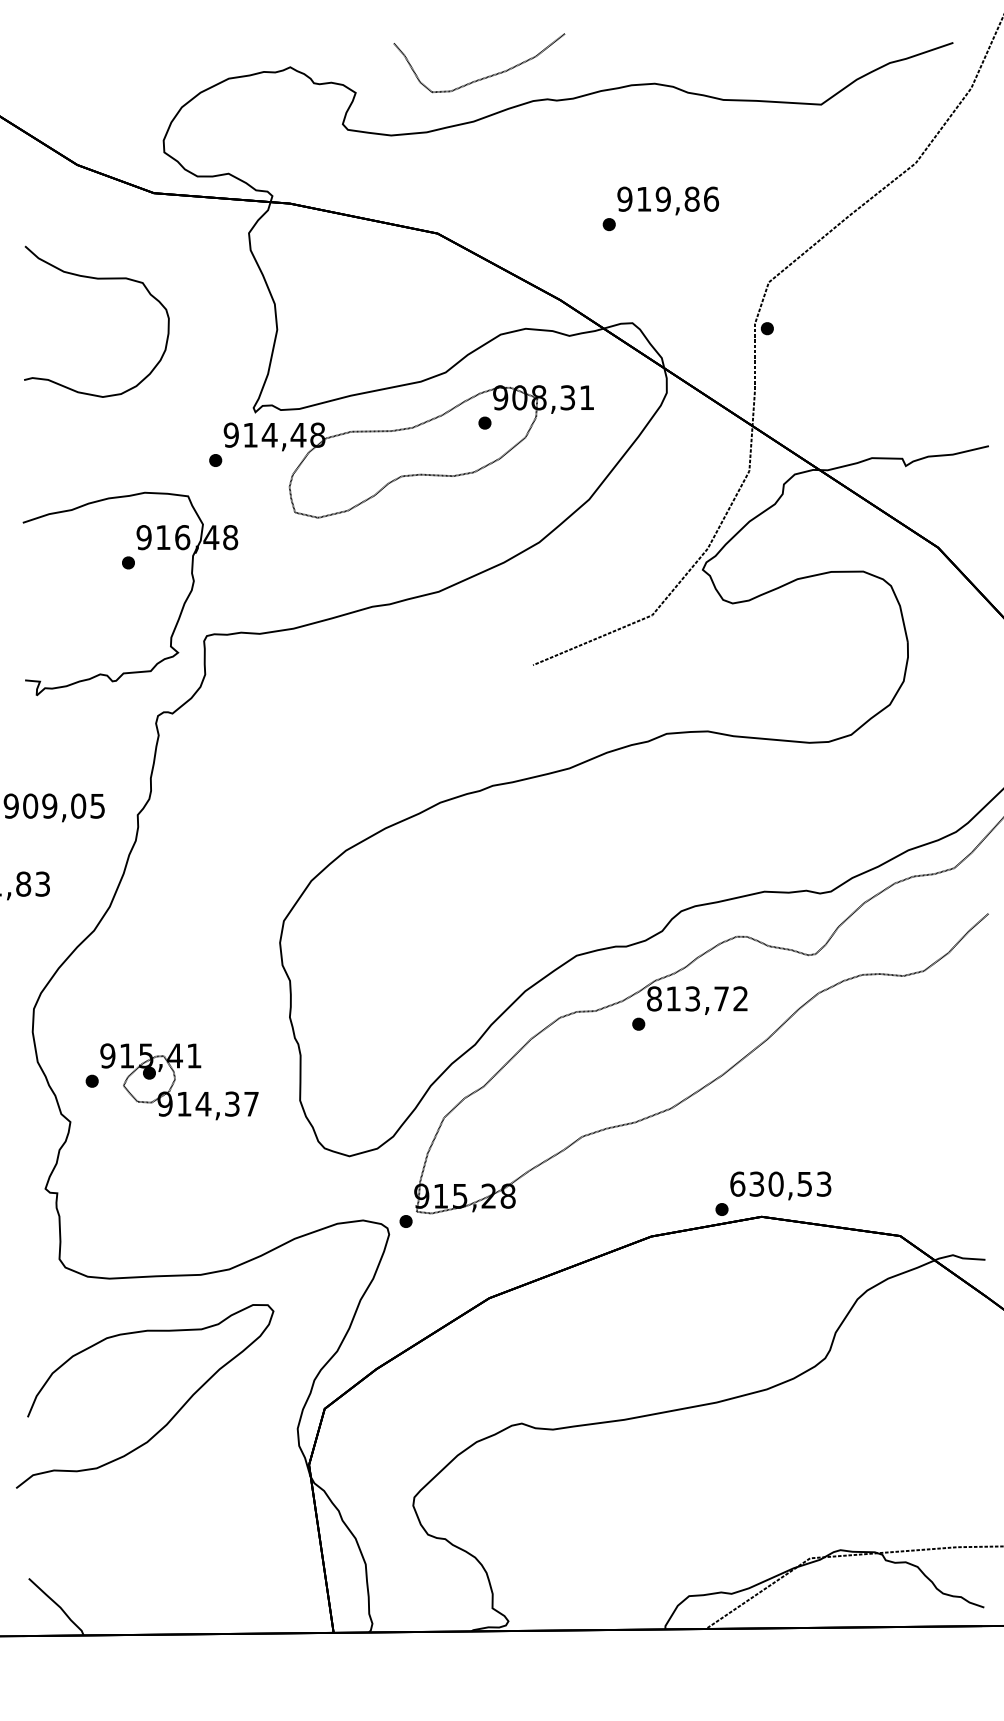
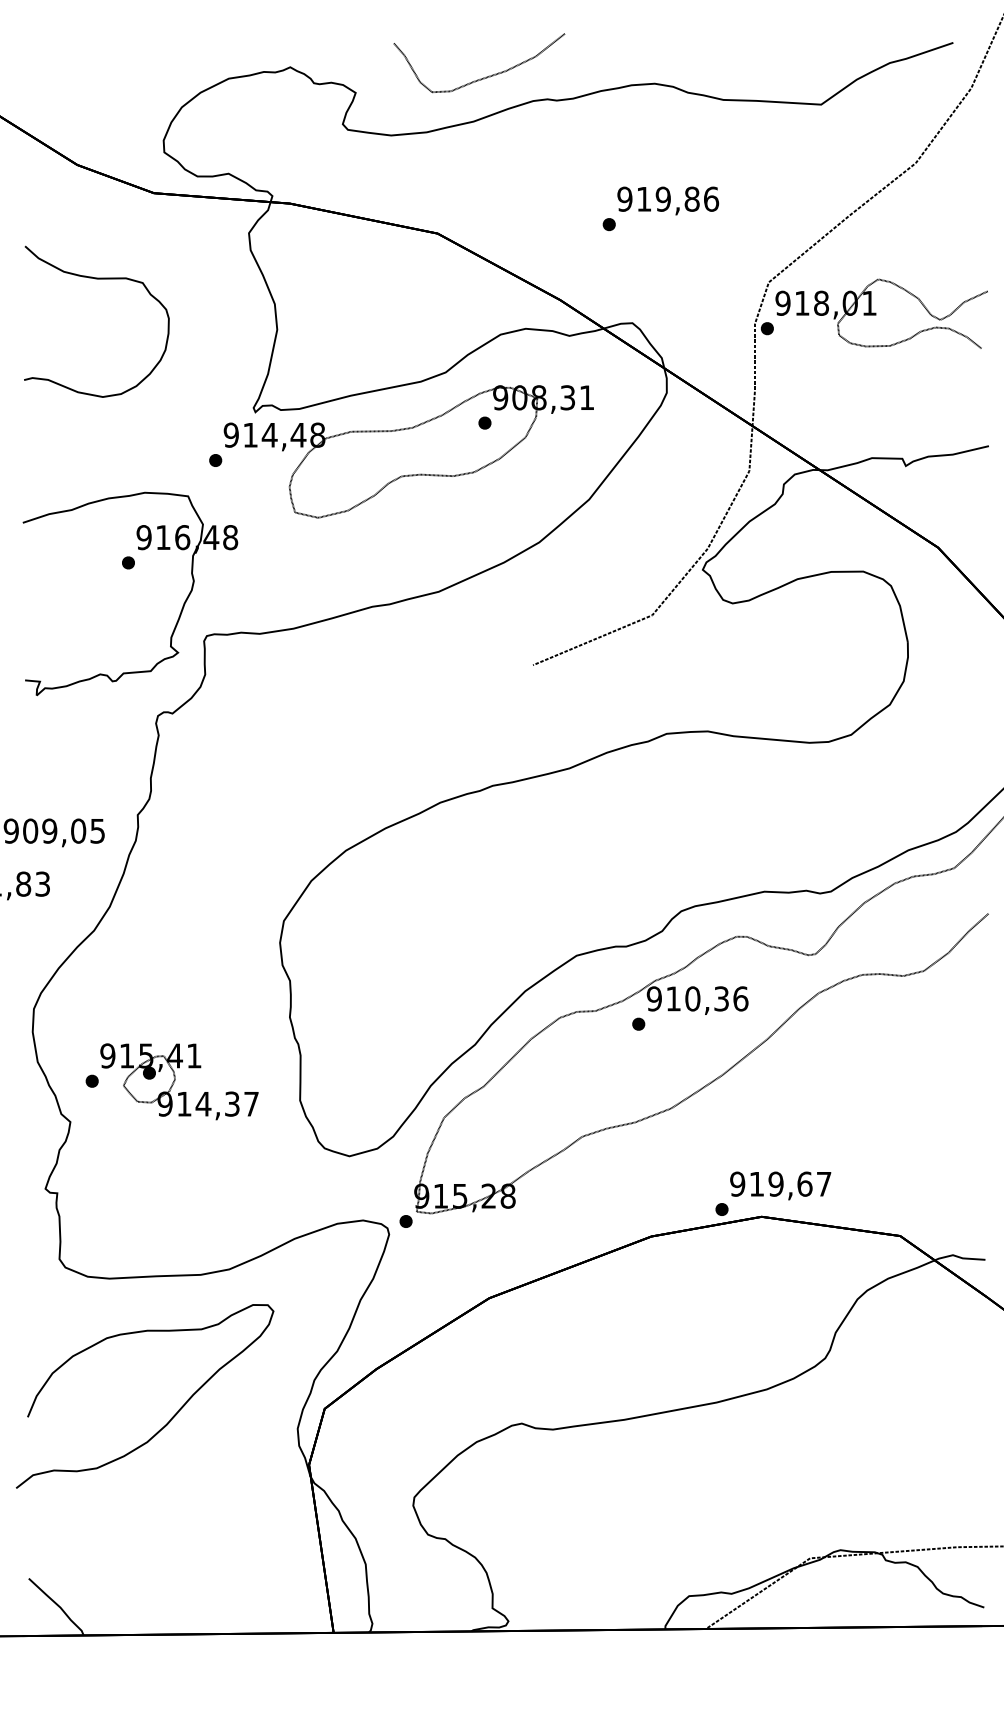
part at (881, 313): none -> present
text at (53, 807) position: (53, 807) -> (53, 832)
text at (697, 998): 813,72 -> 910,36
text at (780, 1183): 630,53 -> 919,67
